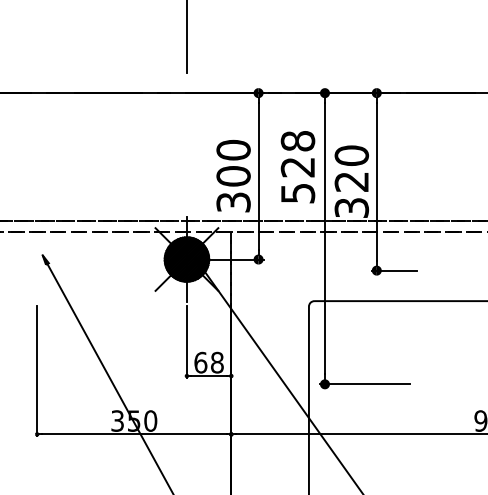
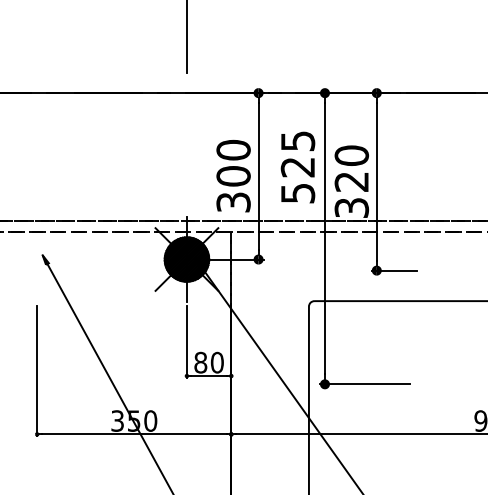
text at (297, 141): 528 -> 525
text at (208, 362): 68 -> 80
